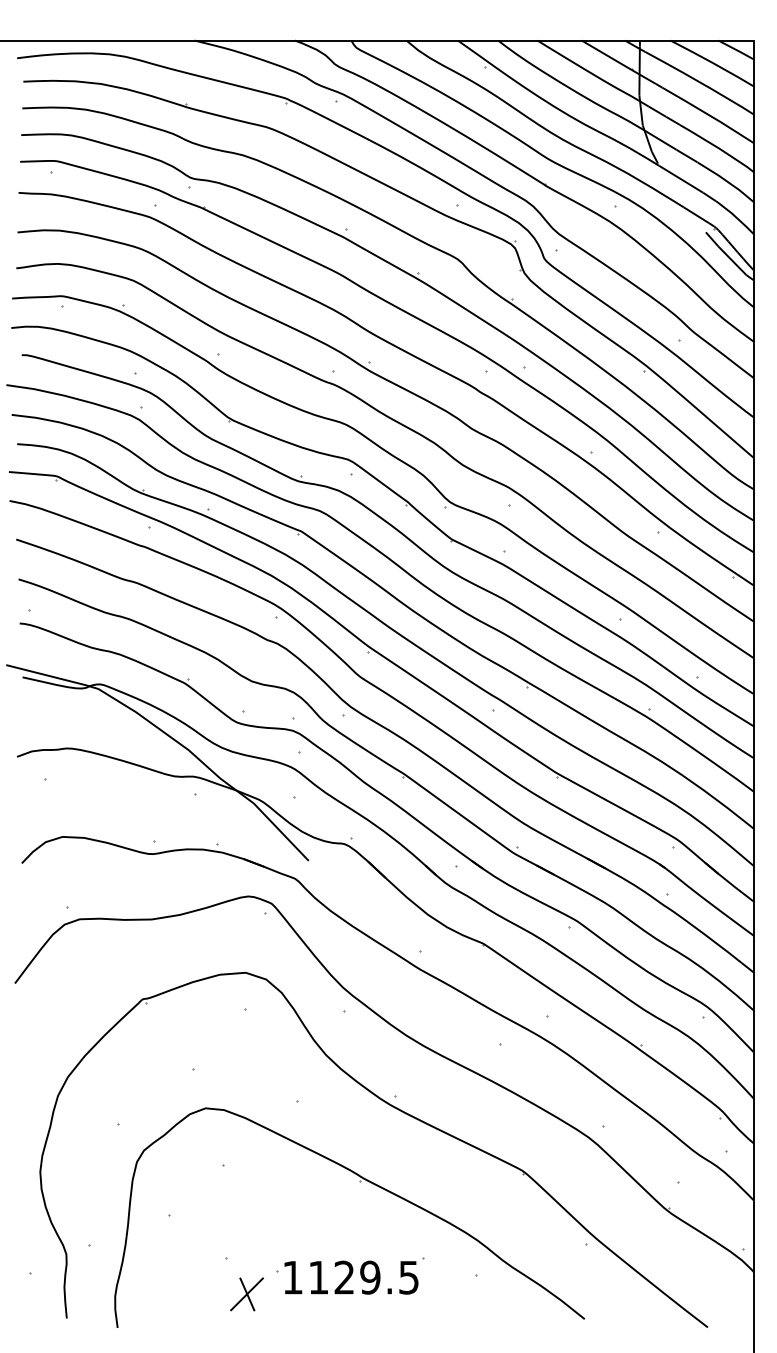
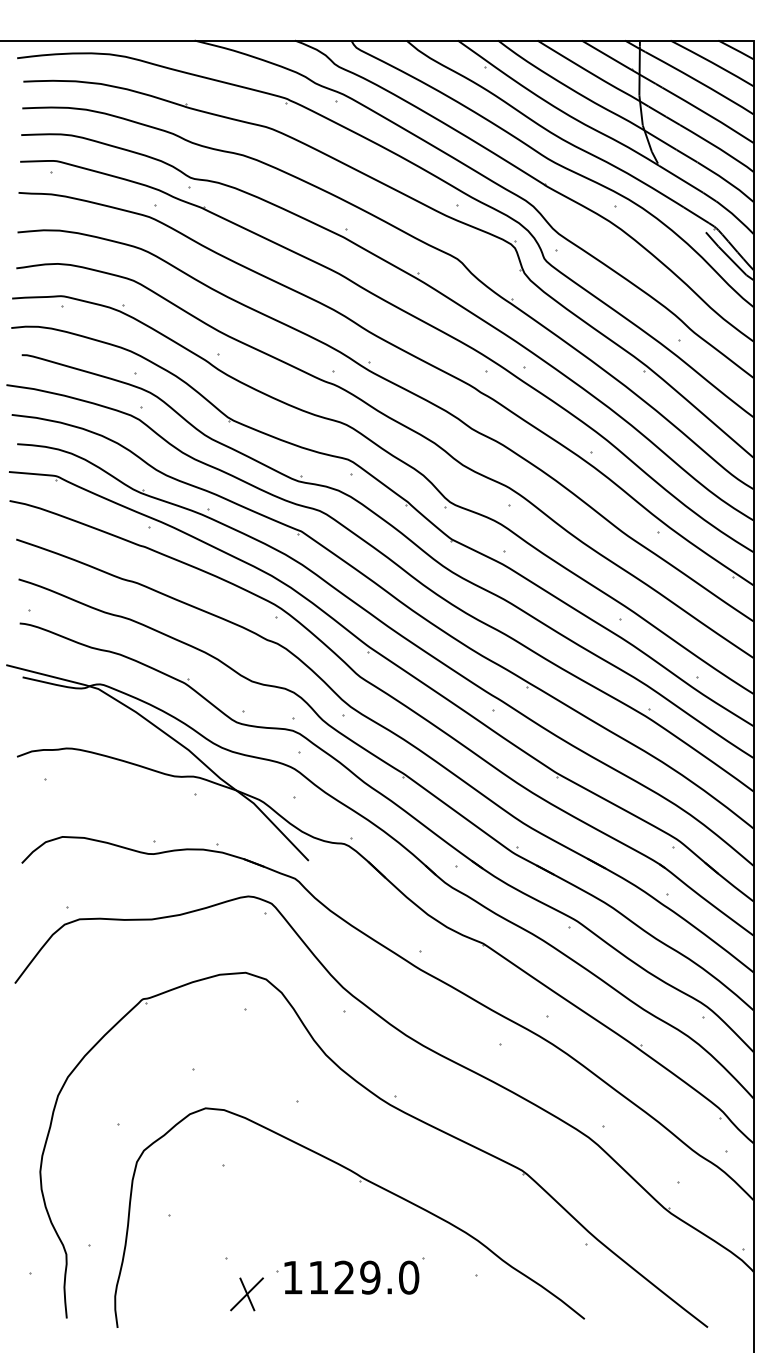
text at (409, 1277): 1129.5 -> 1129.0
